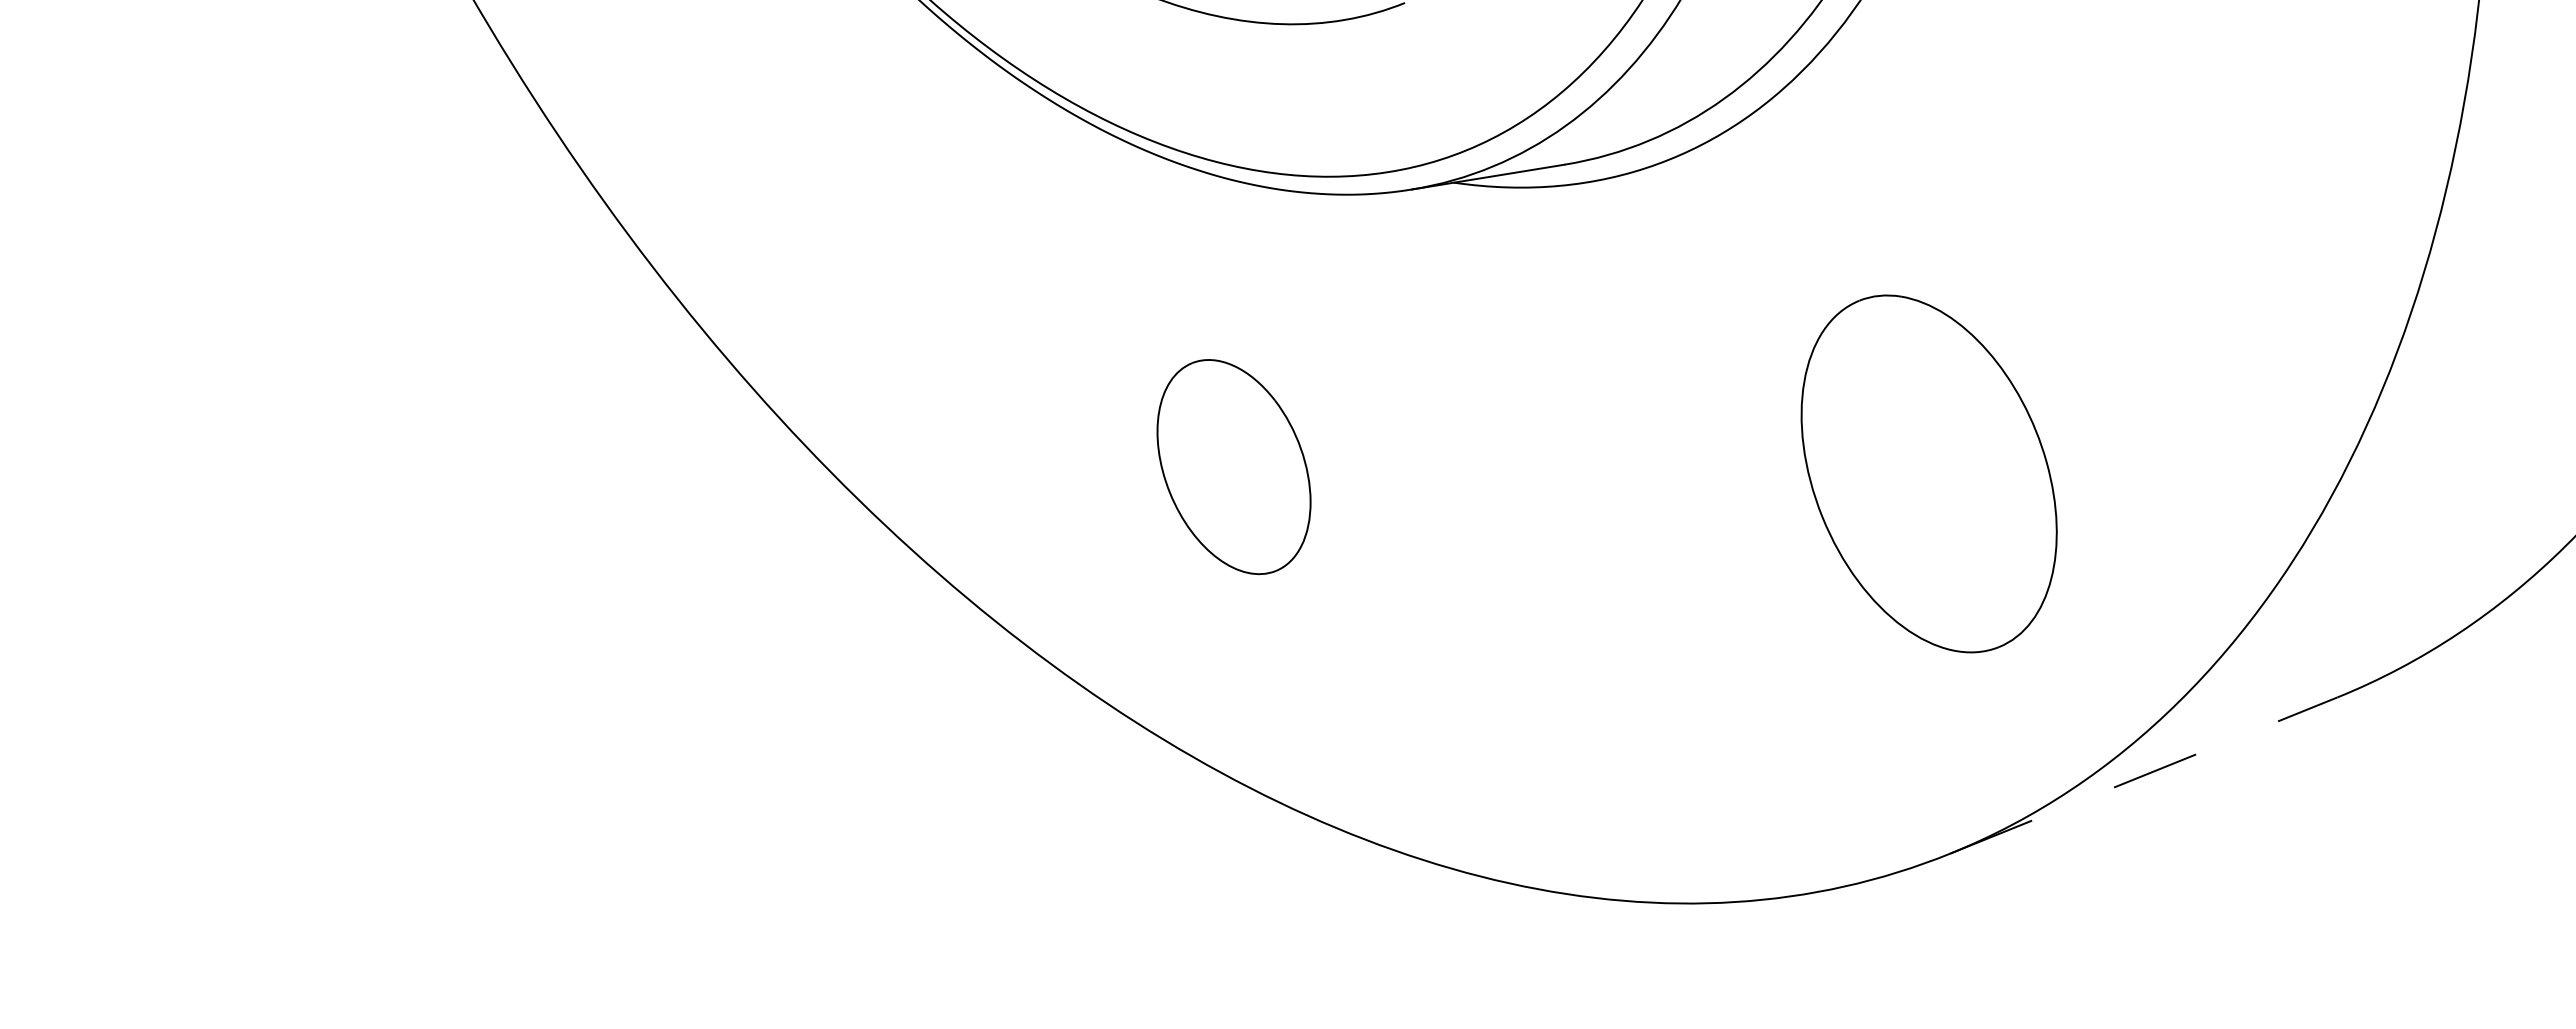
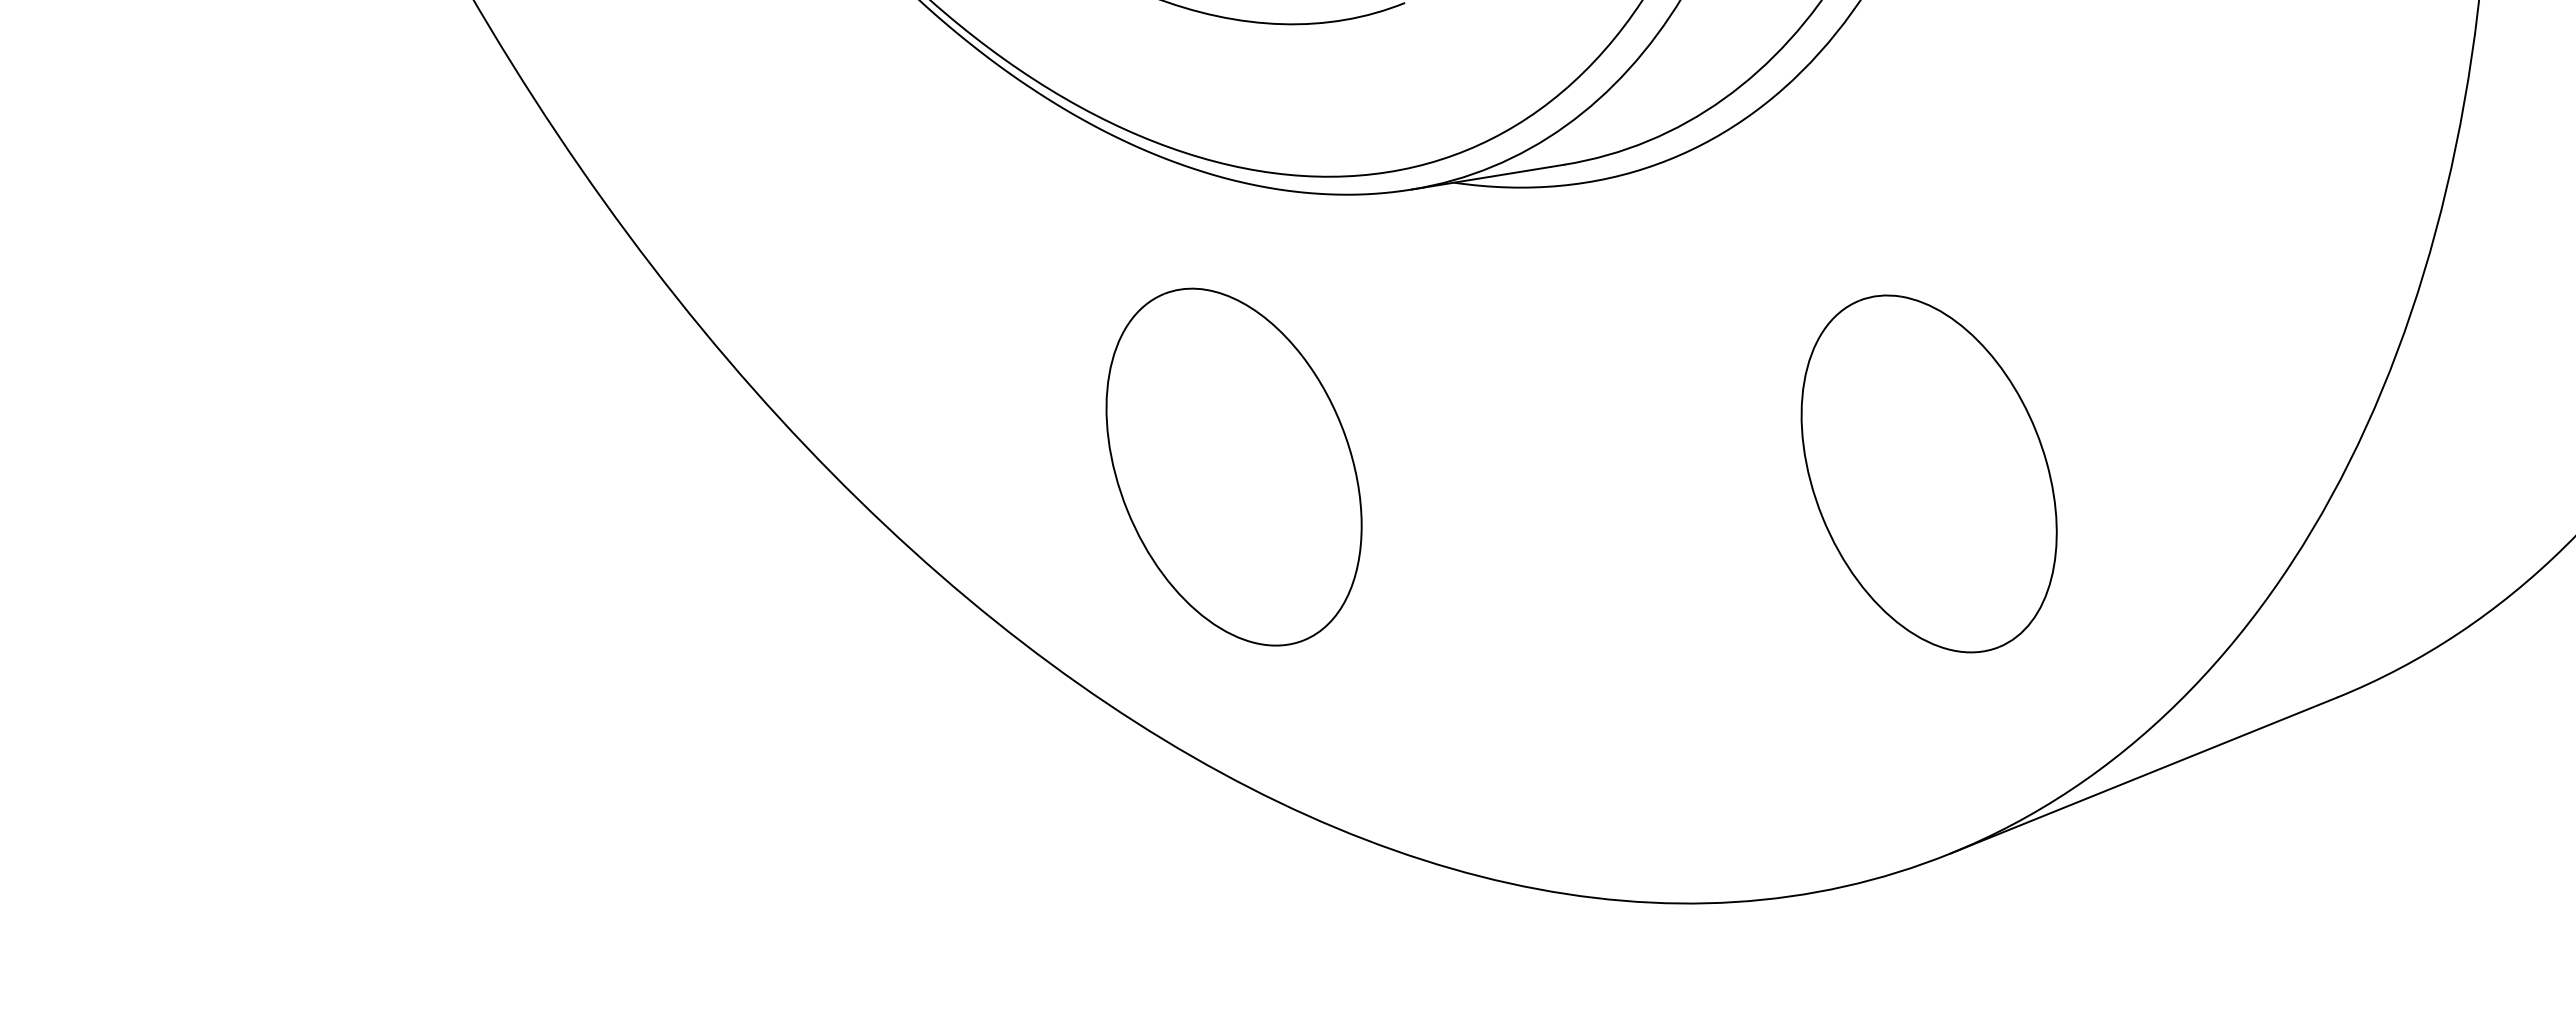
part at (1233, 467) size: 156x217 px -> 258x360 px
line at (2143, 775): dashed -> solid
